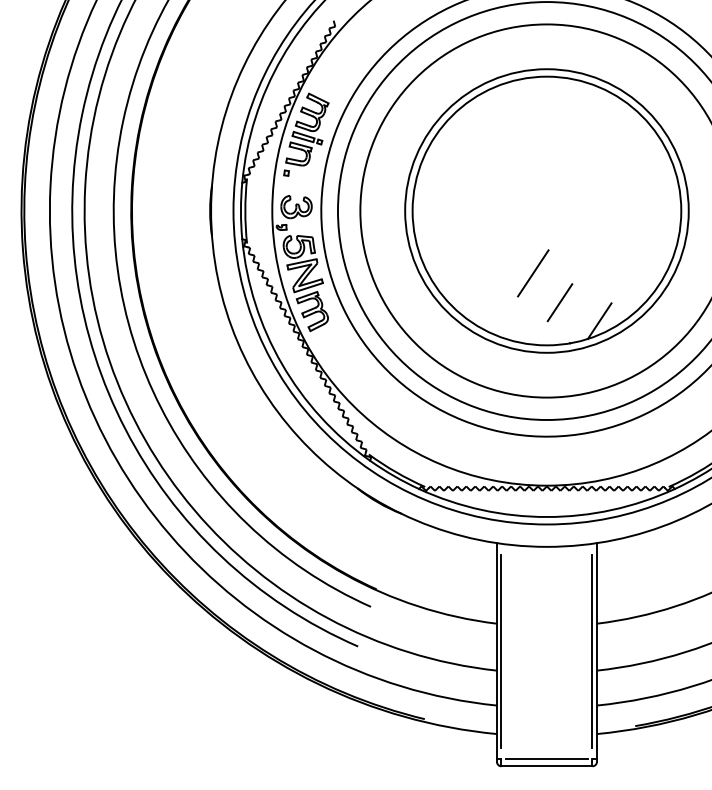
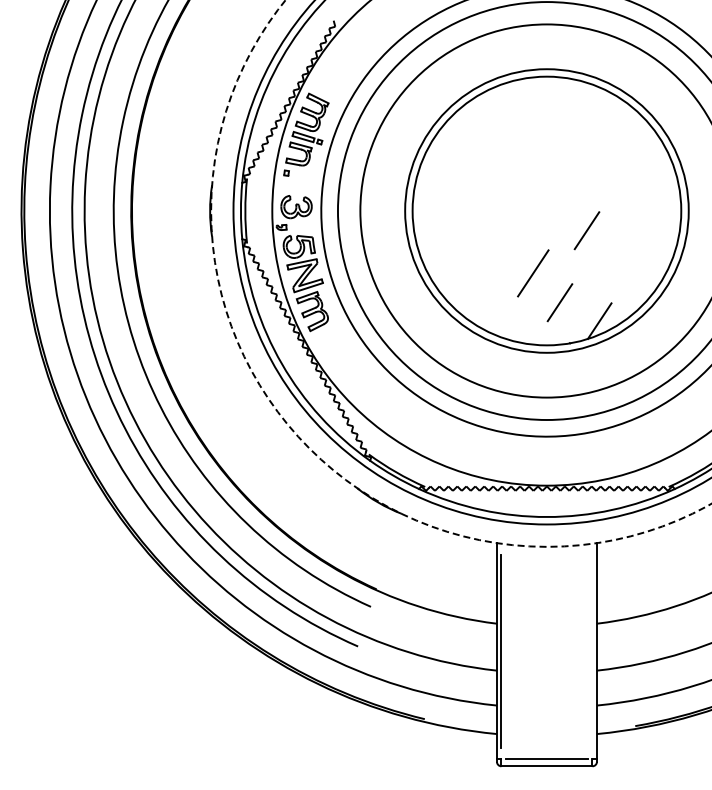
line at (586, 230): none -> present
circle at (461, 273): solid -> dashed
line at (592, 651): present -> none
